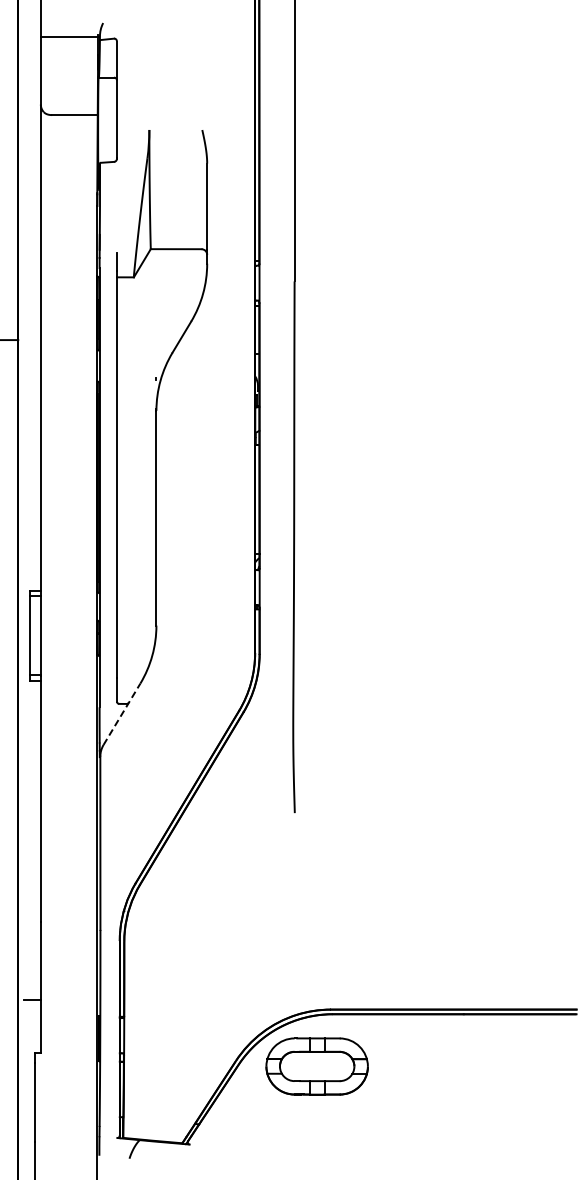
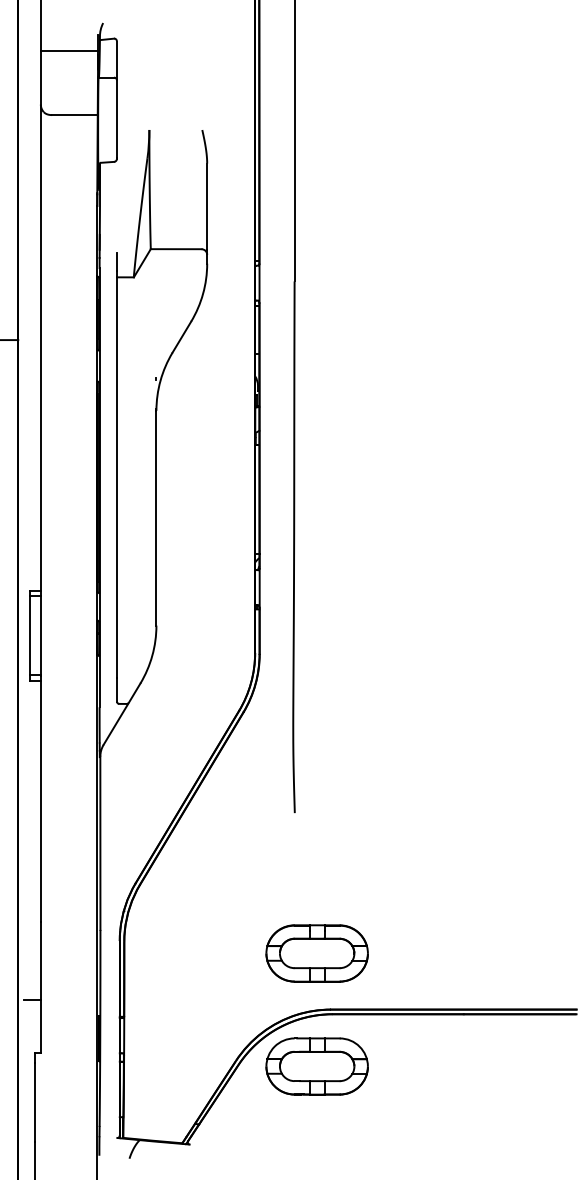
line at (69, 36) position: (69, 36) -> (69, 50)
line at (121, 714): dashed -> solid
part at (316, 953): none -> present
